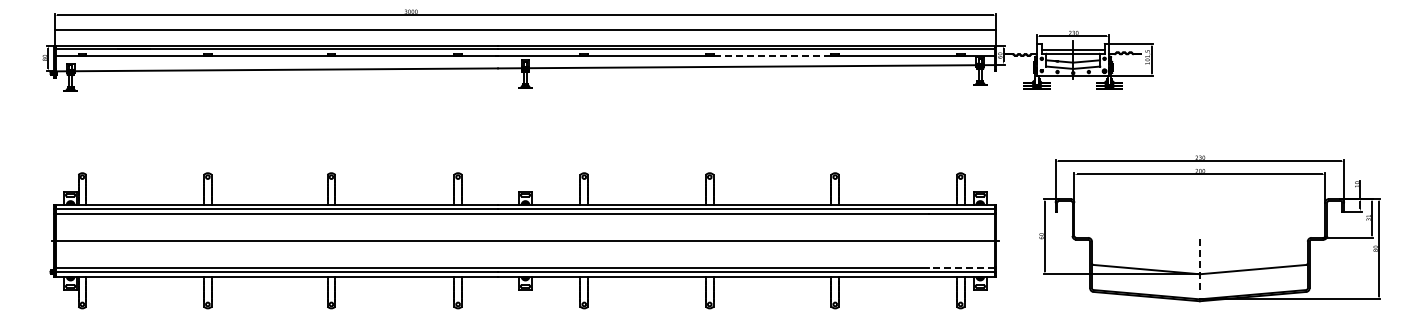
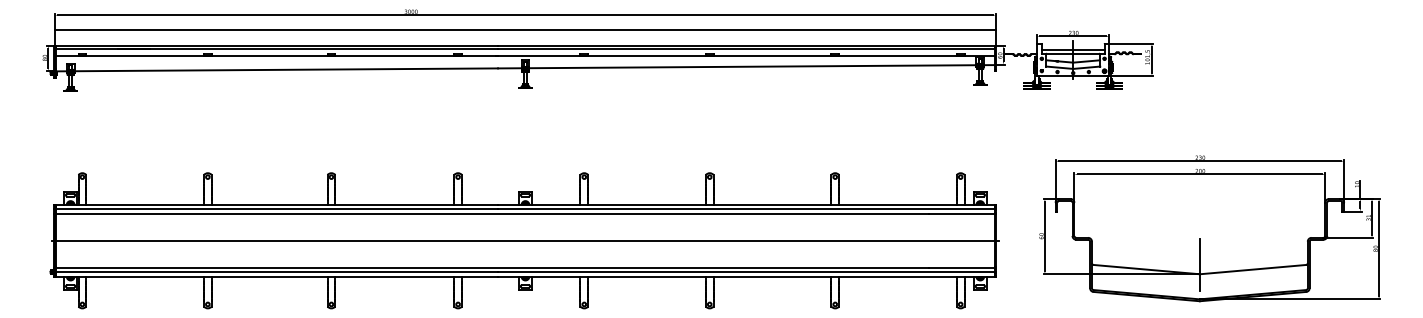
line at (772, 56): dashed -> solid
line at (1199, 265): dashed -> solid
line at (961, 267): dashed -> solid
